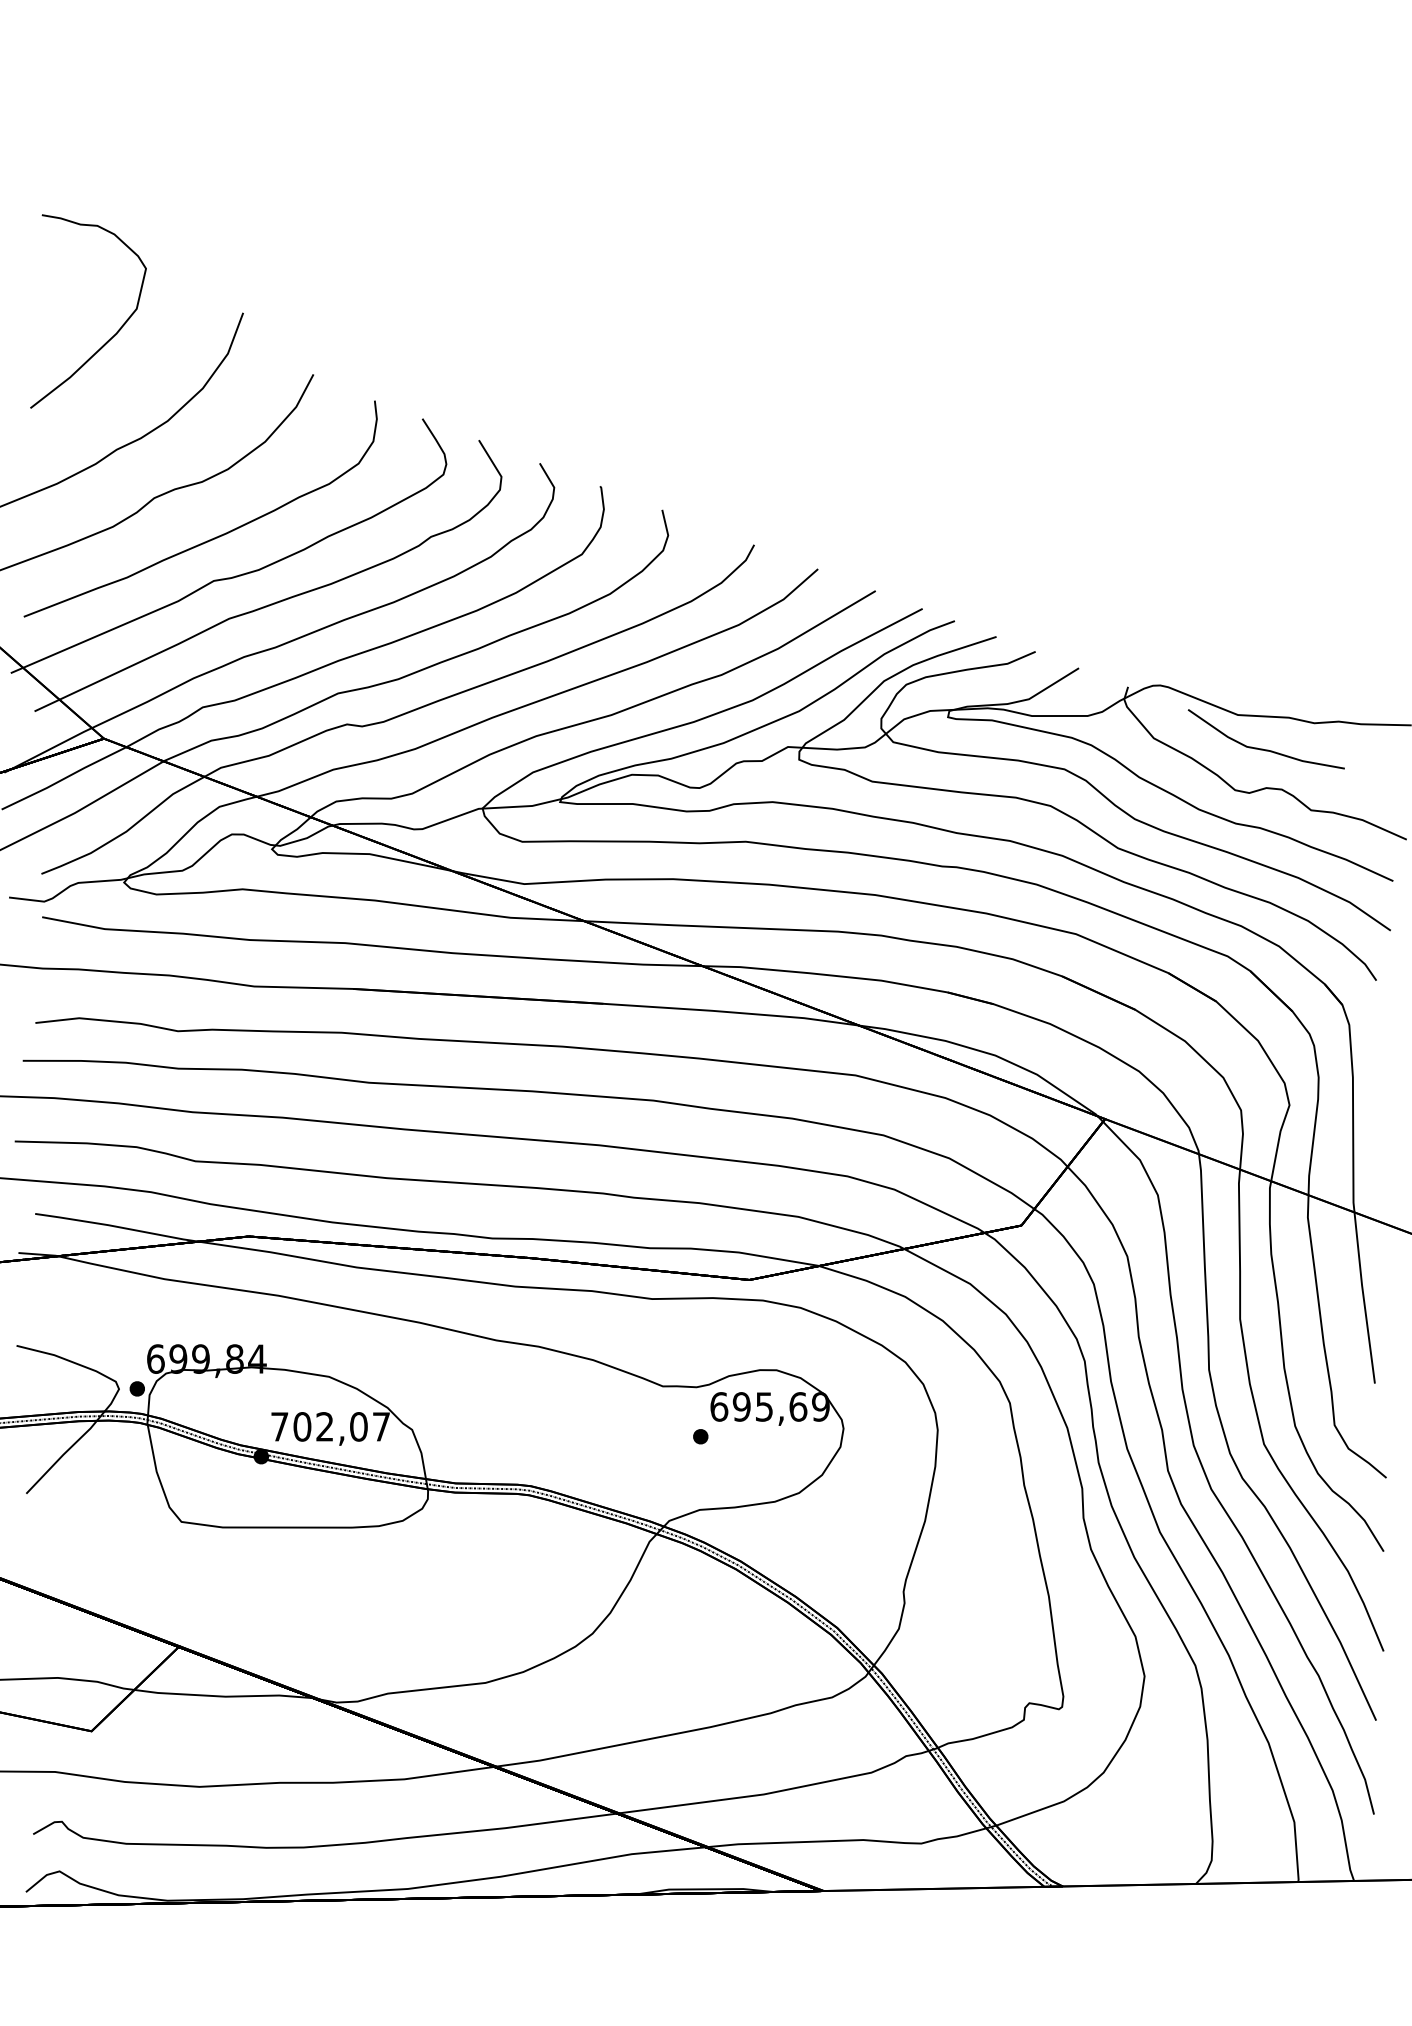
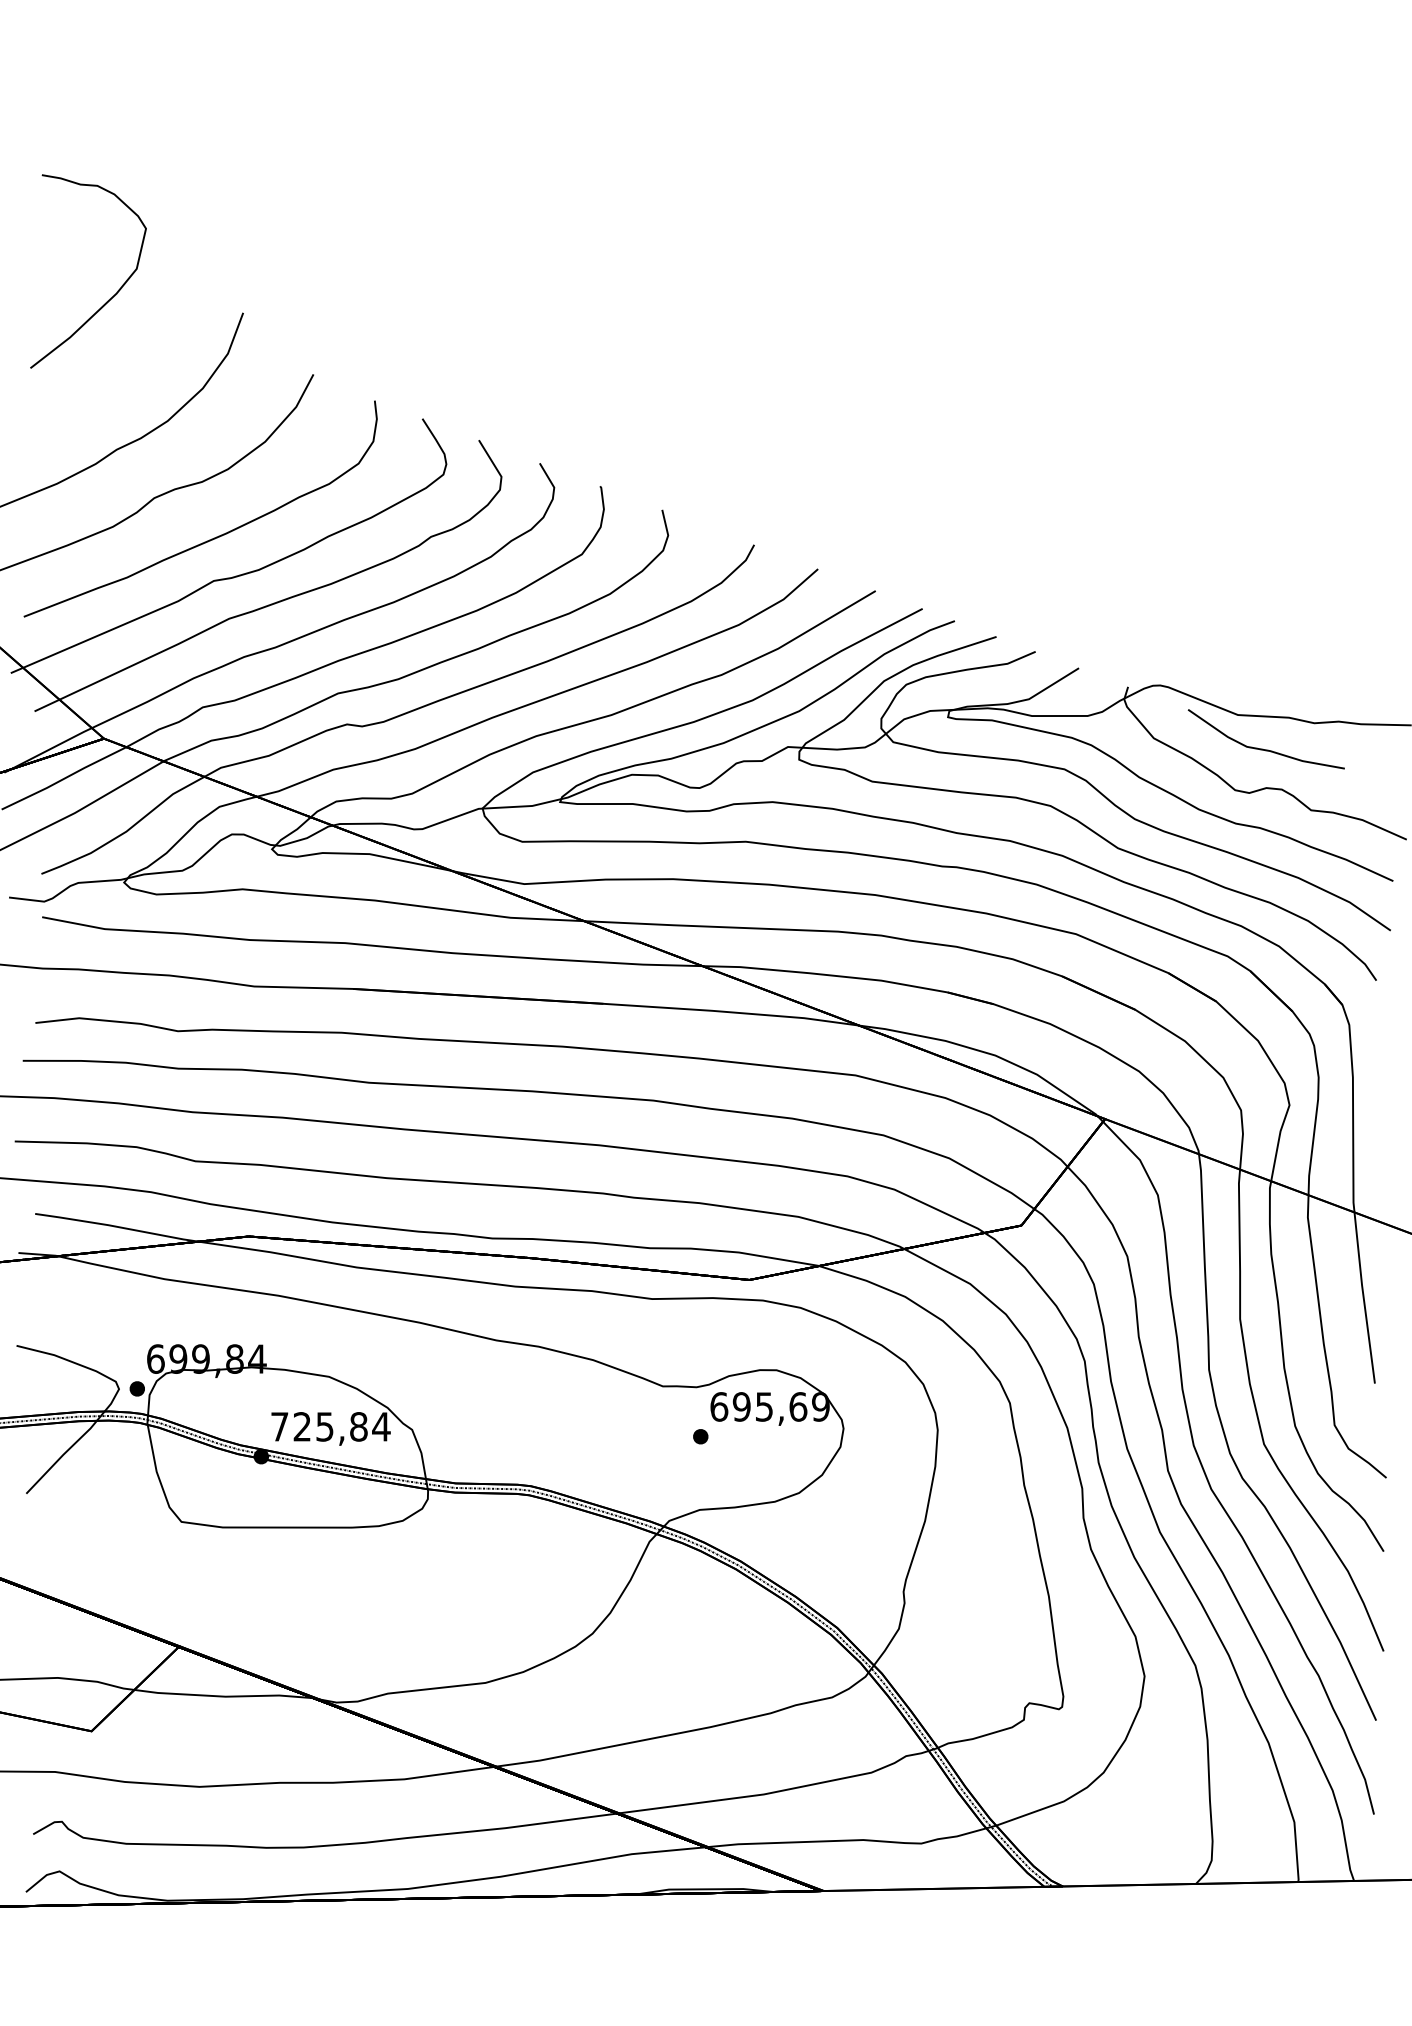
part at (109, 338) position: (109, 338) -> (109, 298)
text at (341, 1426): 702,07 -> 725,84
